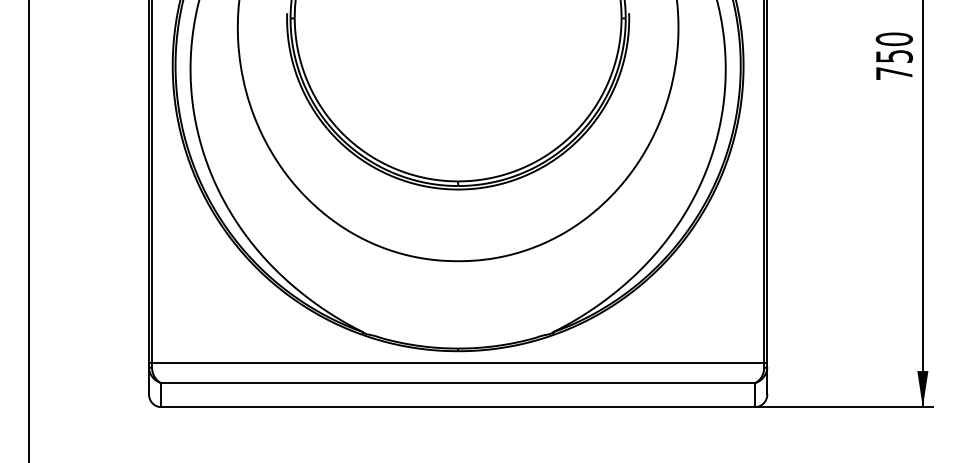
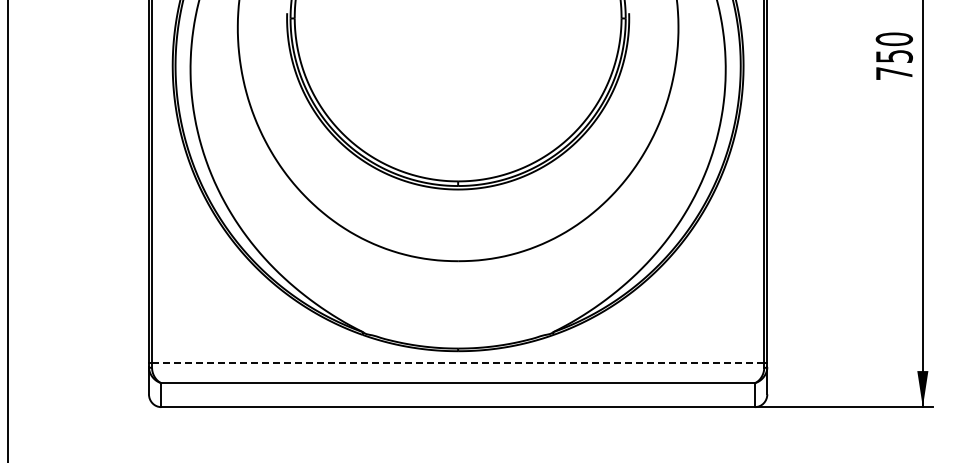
line at (28, 230) position: (28, 230) -> (7, 230)
line at (458, 363): solid -> dashed
